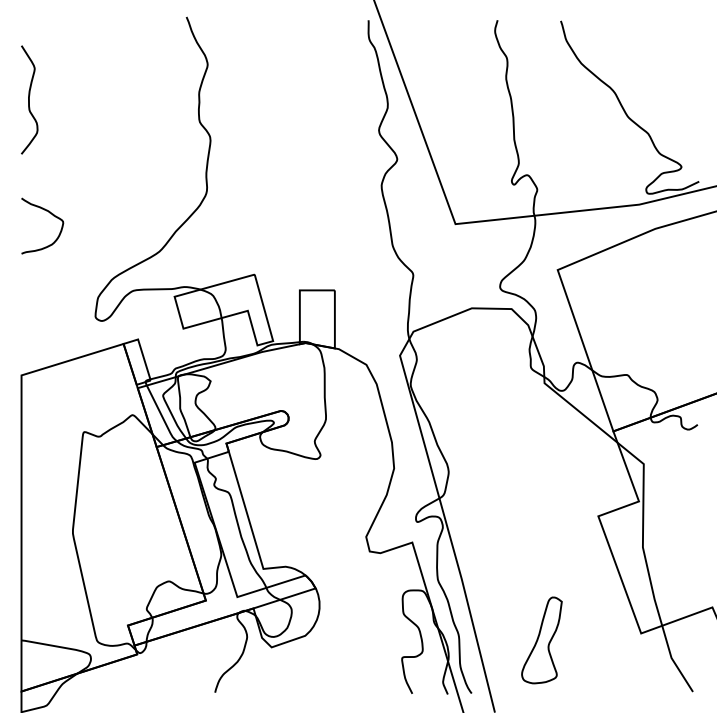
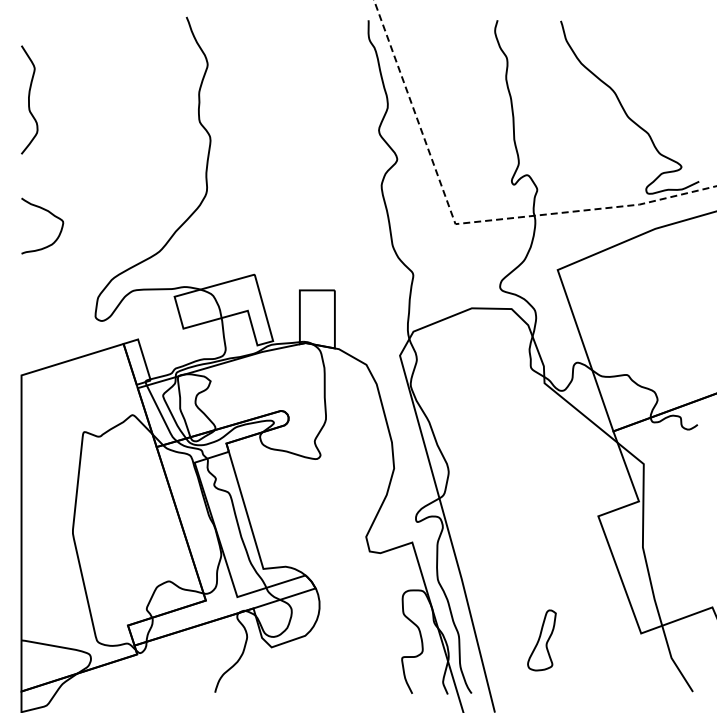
line at (468, 222): solid -> dashed
part at (541, 640) size: 42x89 px -> 30x63 px
